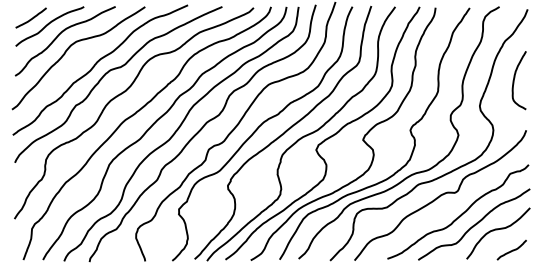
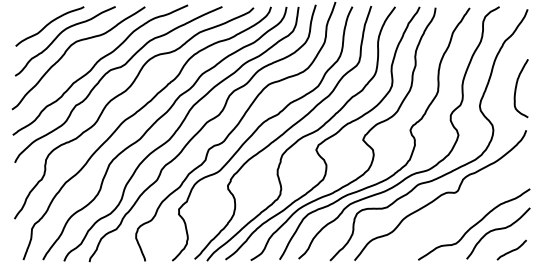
curve at (30, 18): present -> none
curve at (515, 78) position: (515, 78) -> (517, 86)
curve at (461, 213): present -> none
